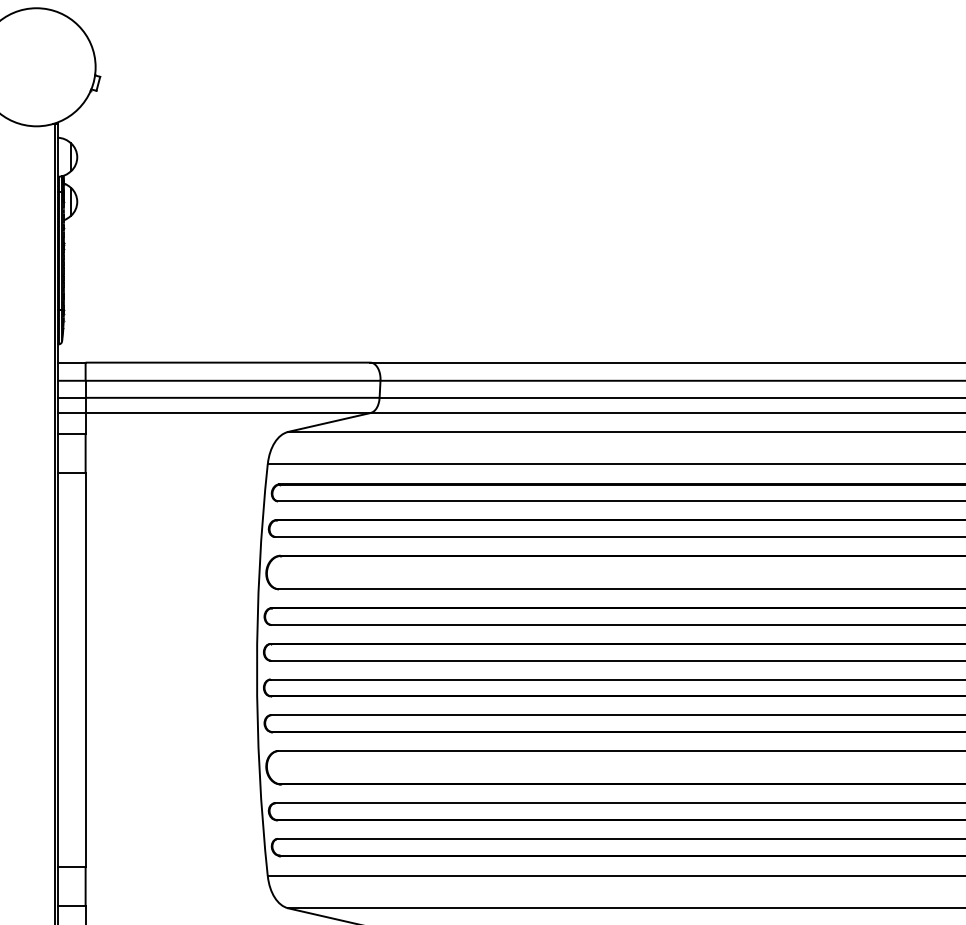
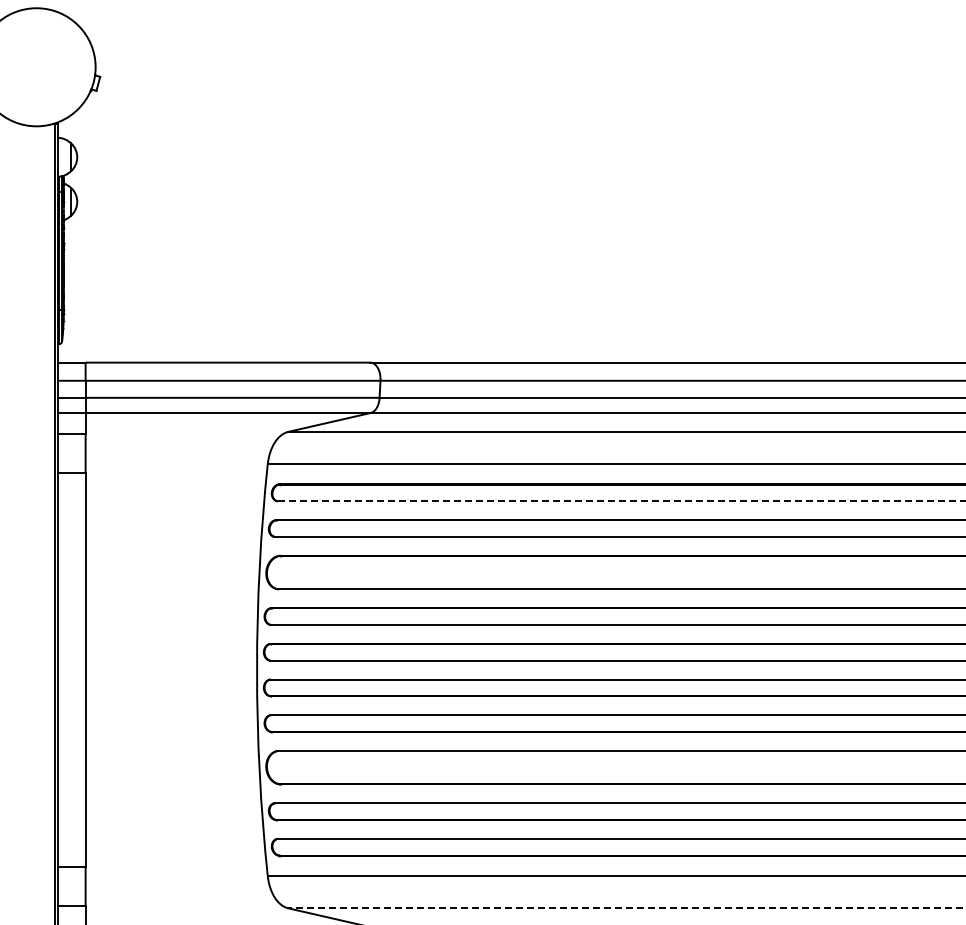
line at (622, 501): solid -> dashed
line at (627, 908): solid -> dashed
